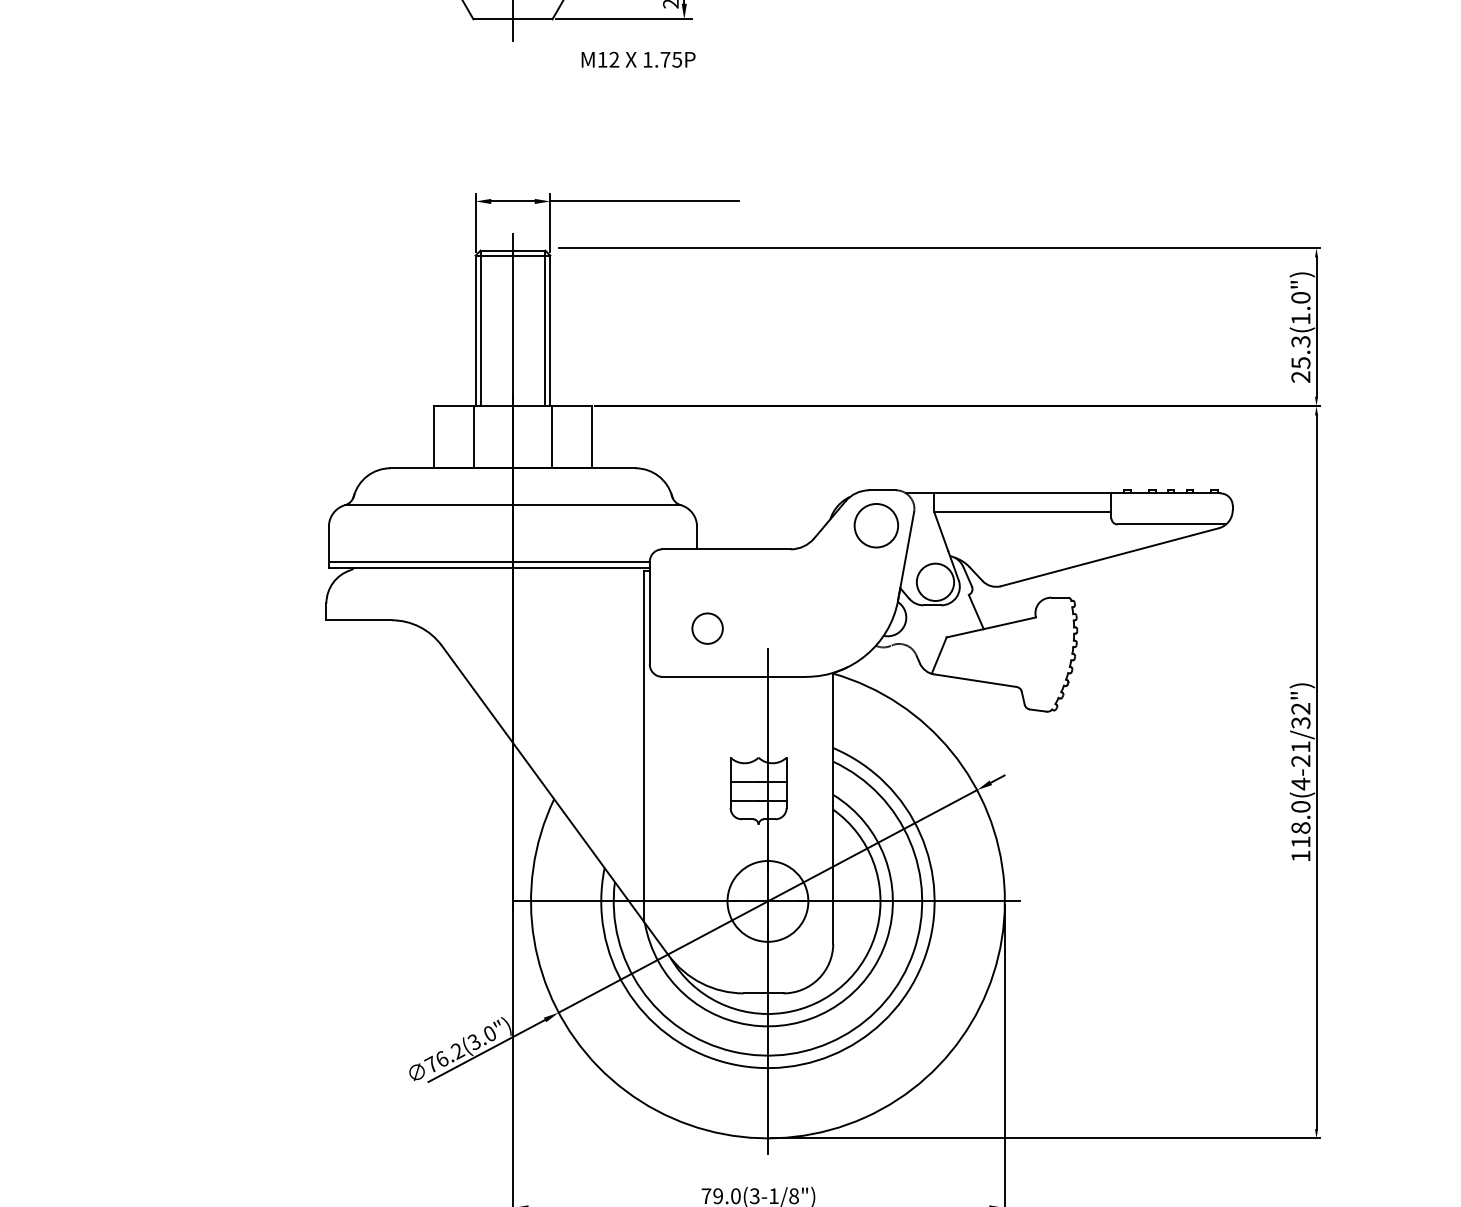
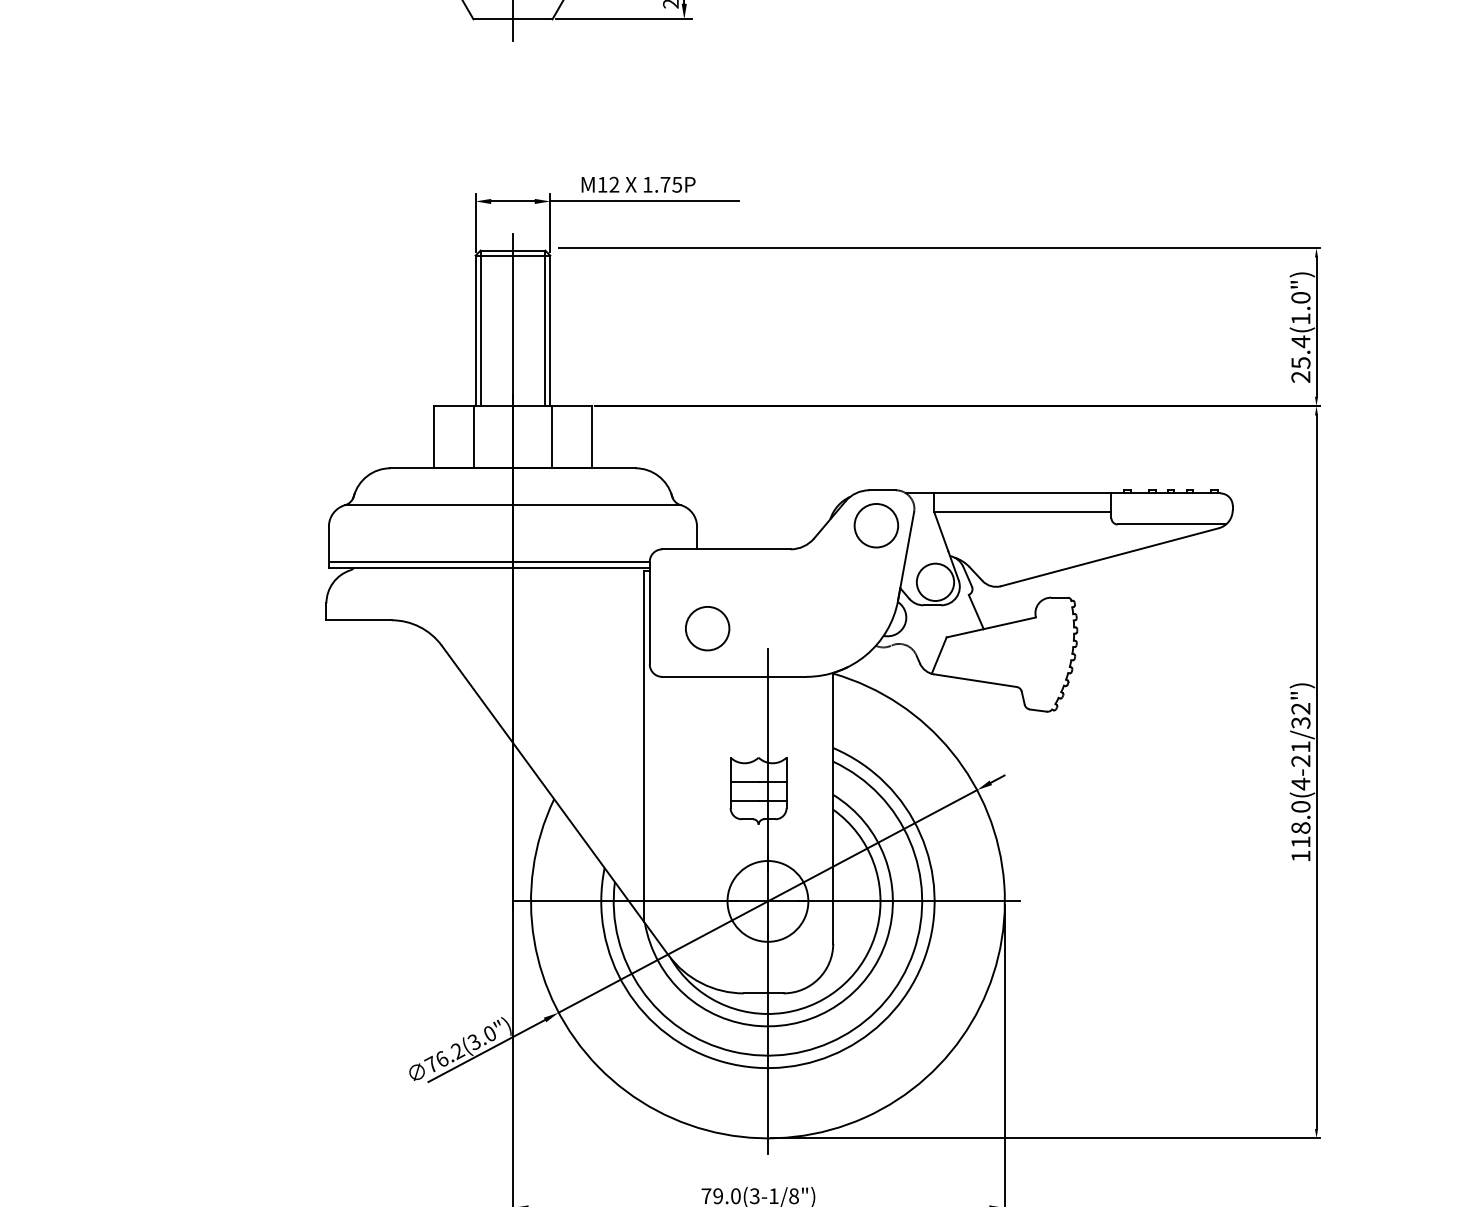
text at (638, 59) position: (638, 59) -> (638, 184)
text at (1300, 341): 25.3(1.0") -> 25.4(1.0")
circle at (707, 628) diameter: 30 px -> 44 px
